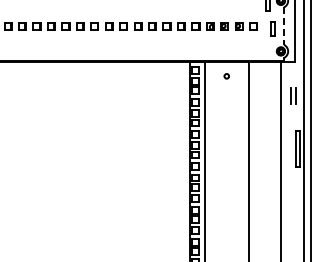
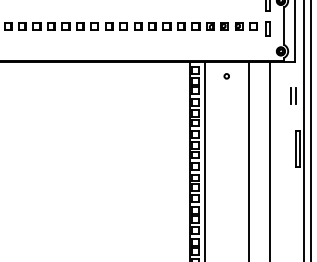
line at (284, 26): dashed -> solid
part at (272, 28) position: (272, 28) -> (267, 28)
line at (281, 159) position: (281, 159) -> (270, 159)
